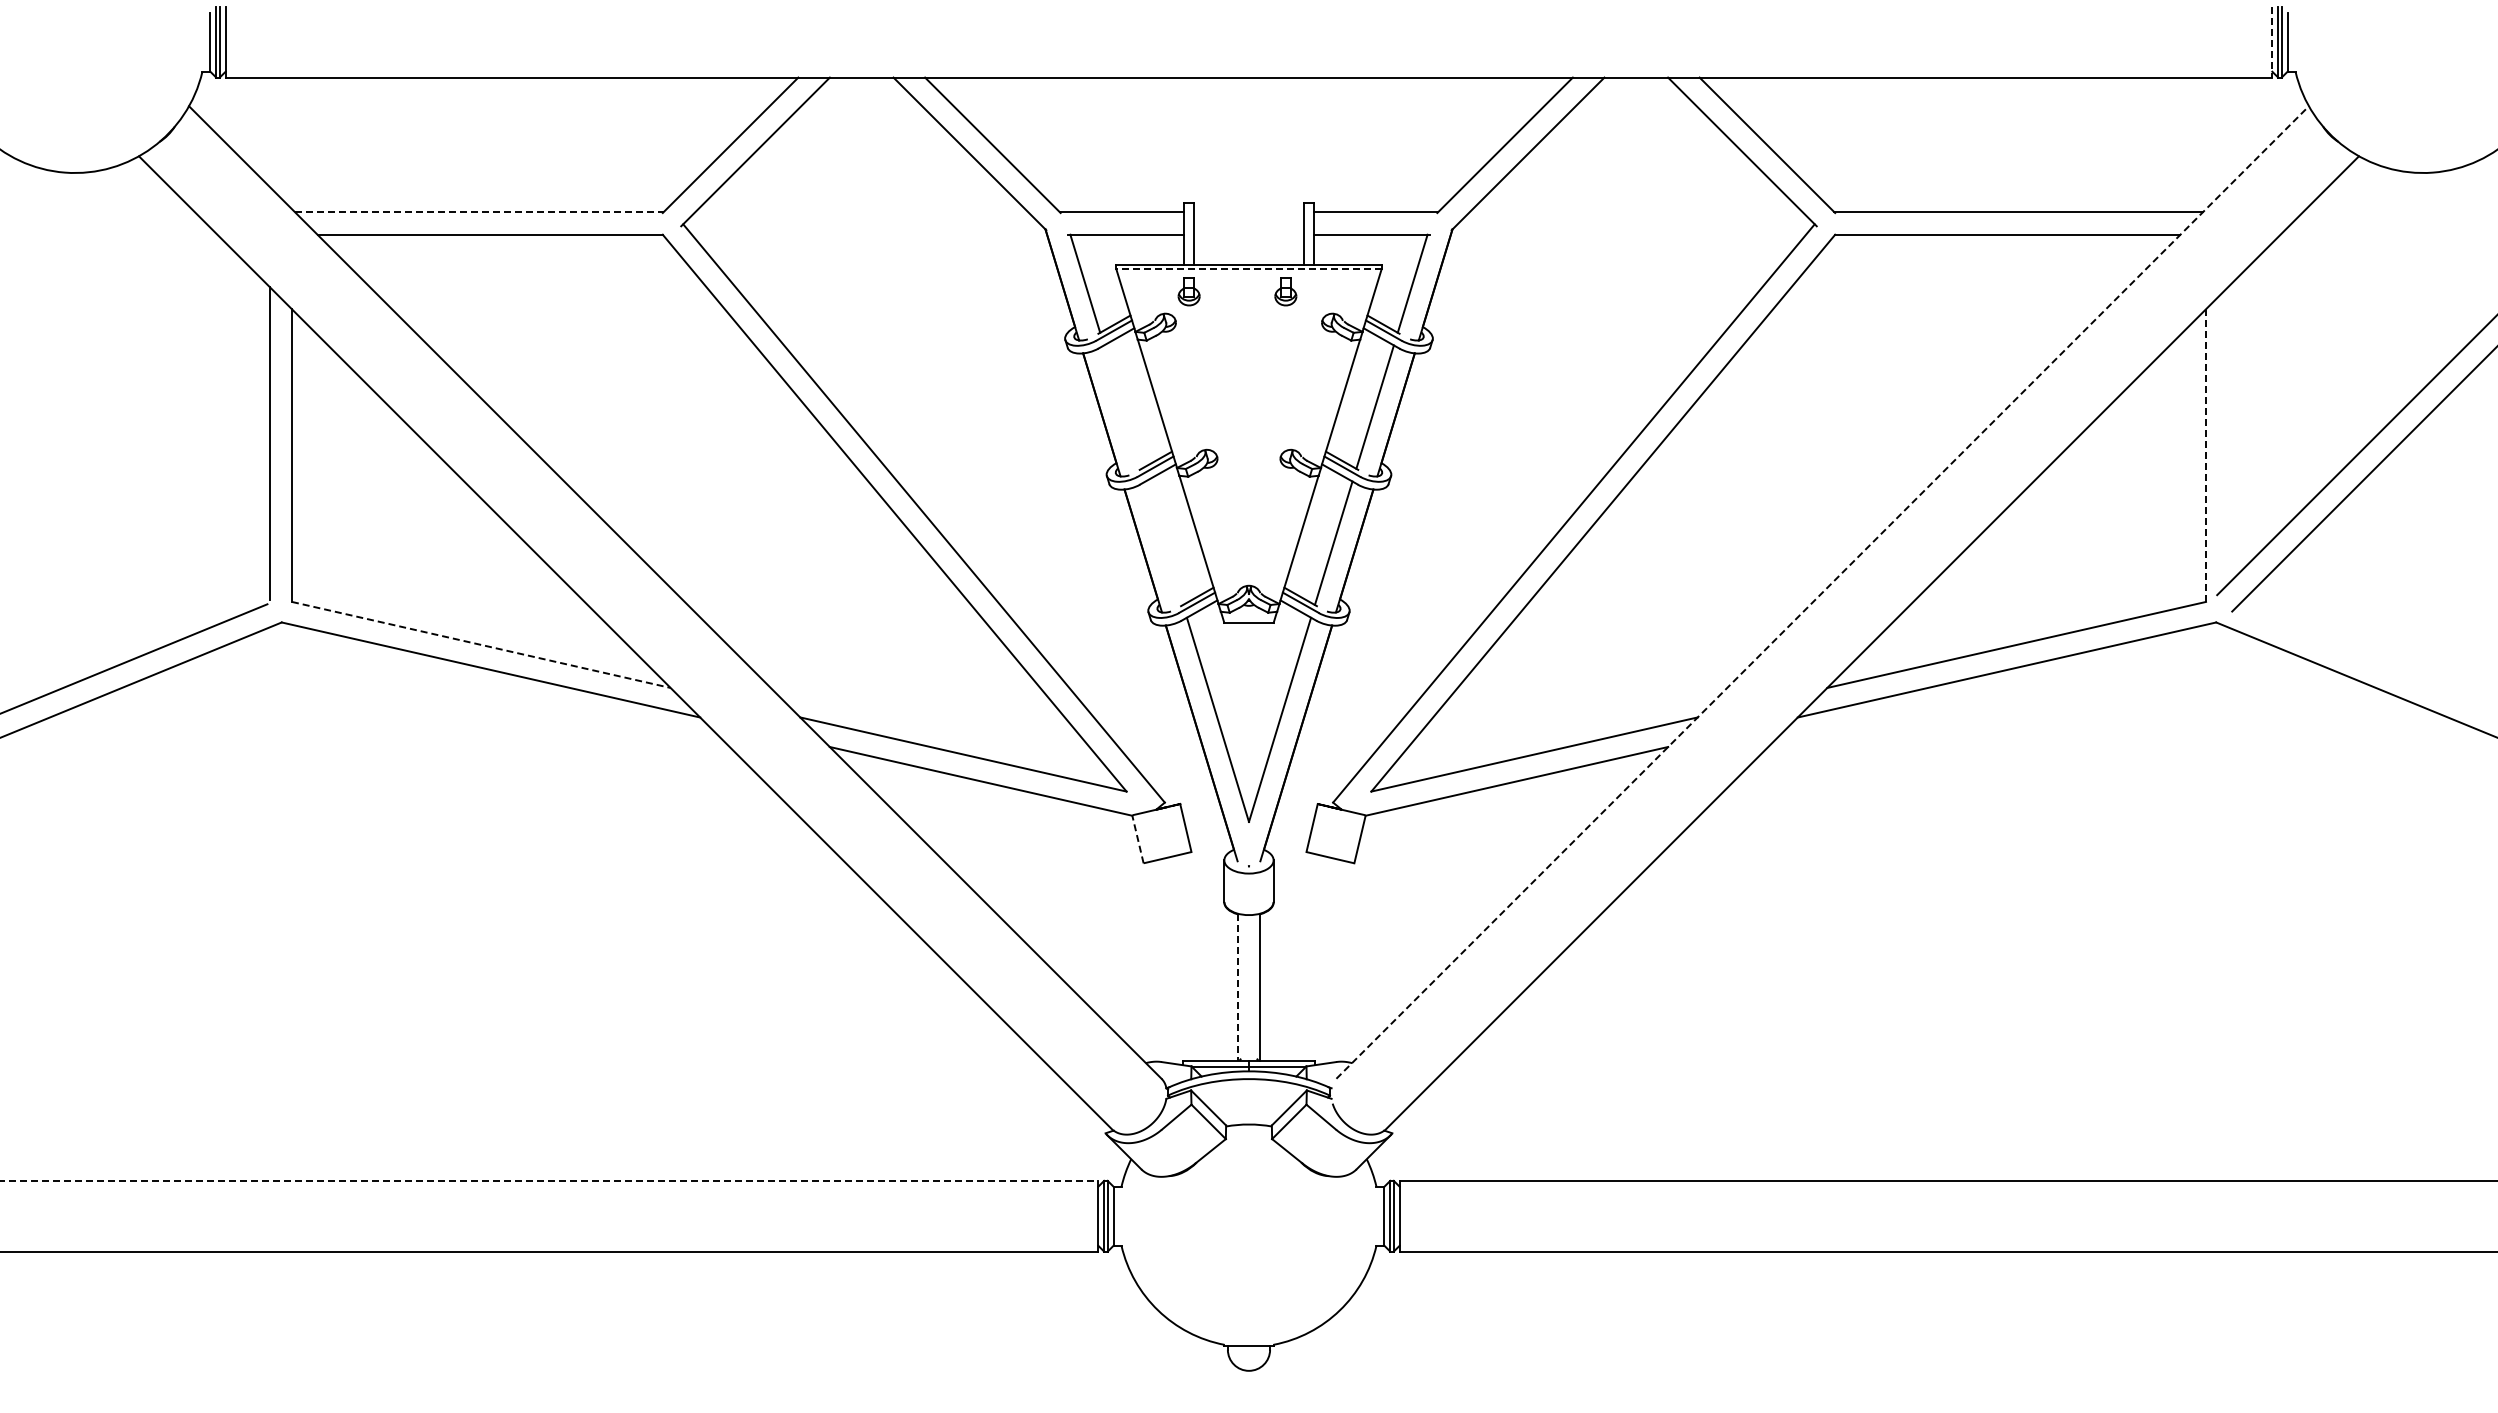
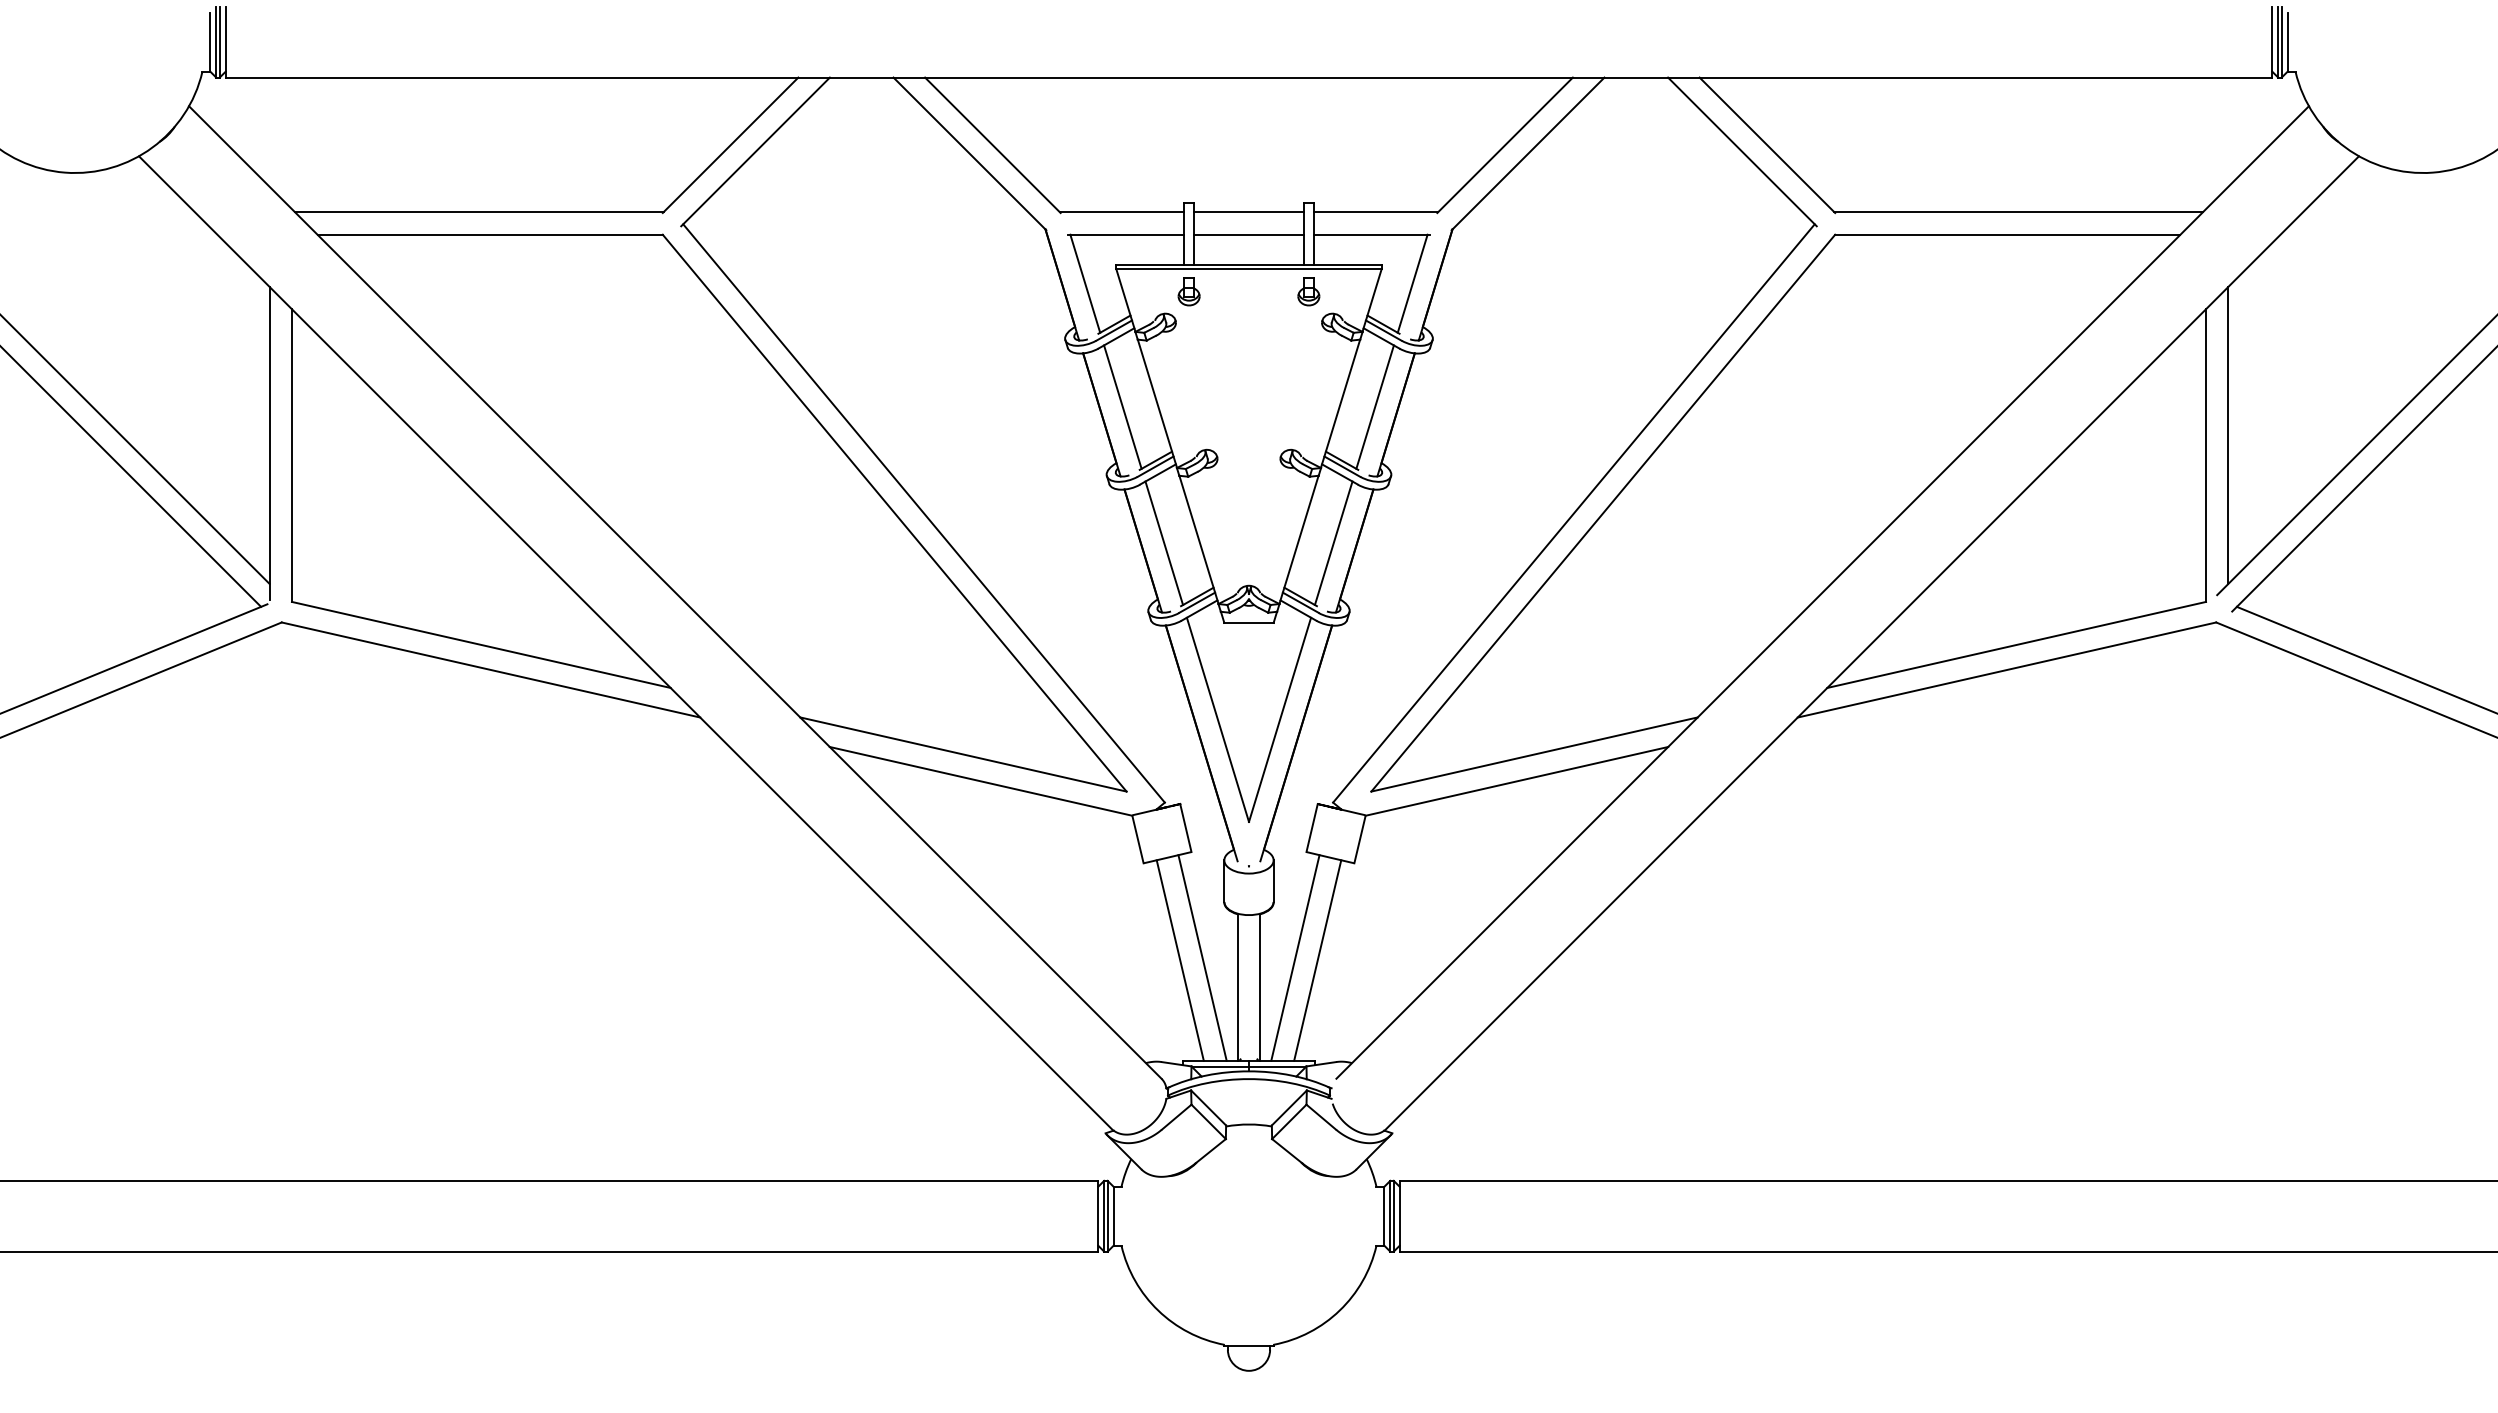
line at (2272, 42): dashed -> solid
line at (479, 212): dashed -> solid
line at (1248, 212): none -> present
line at (1248, 234): none -> present
line at (1249, 269): dashed -> solid
part at (1285, 291) position: (1285, 291) -> (1308, 291)
line at (1122, 406): none -> present
line at (2228, 434): none -> present
line at (135, 449): none -> present
line at (2206, 455): dashed -> solid
line at (131, 477): none -> present
line at (1164, 542): none -> present
line at (1822, 592): dashed -> solid
line at (481, 645): dashed -> solid
line at (2365, 659): none -> present
line at (1137, 839): dashed -> solid
line at (1202, 957): none -> present
line at (1295, 957): none -> present
line at (1179, 960): none -> present
line at (1317, 960): none -> present
line at (1237, 987): dashed -> solid
line at (549, 1180): dashed -> solid
